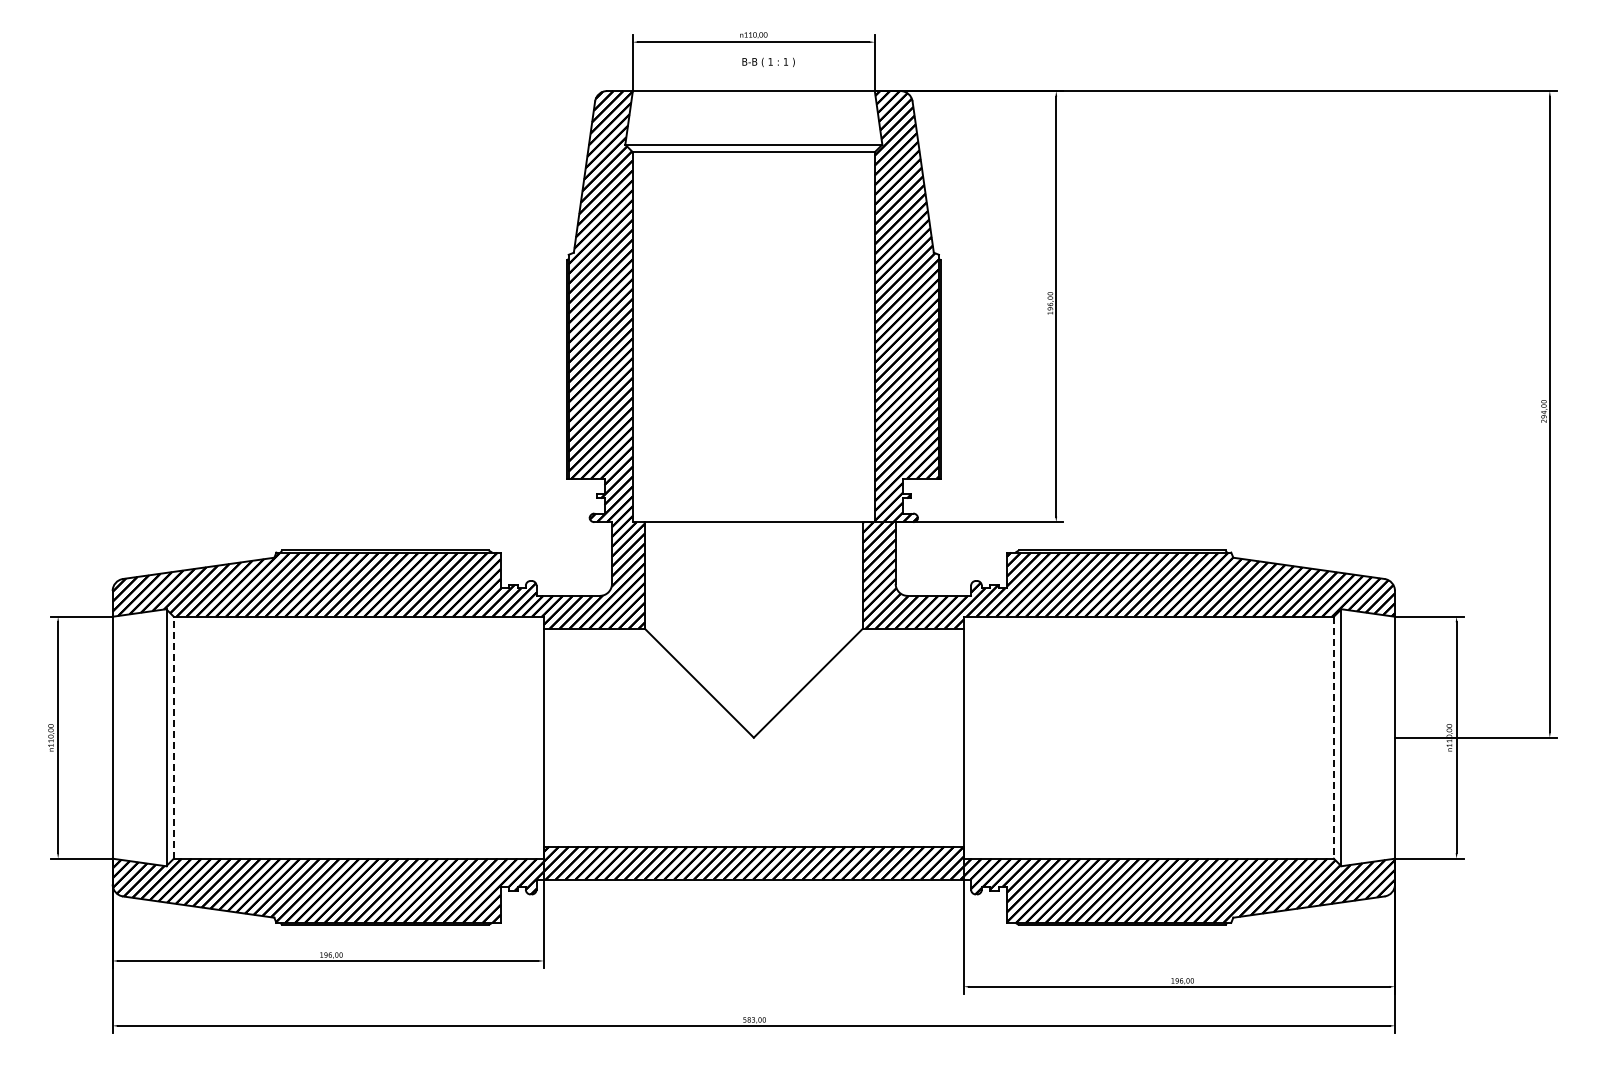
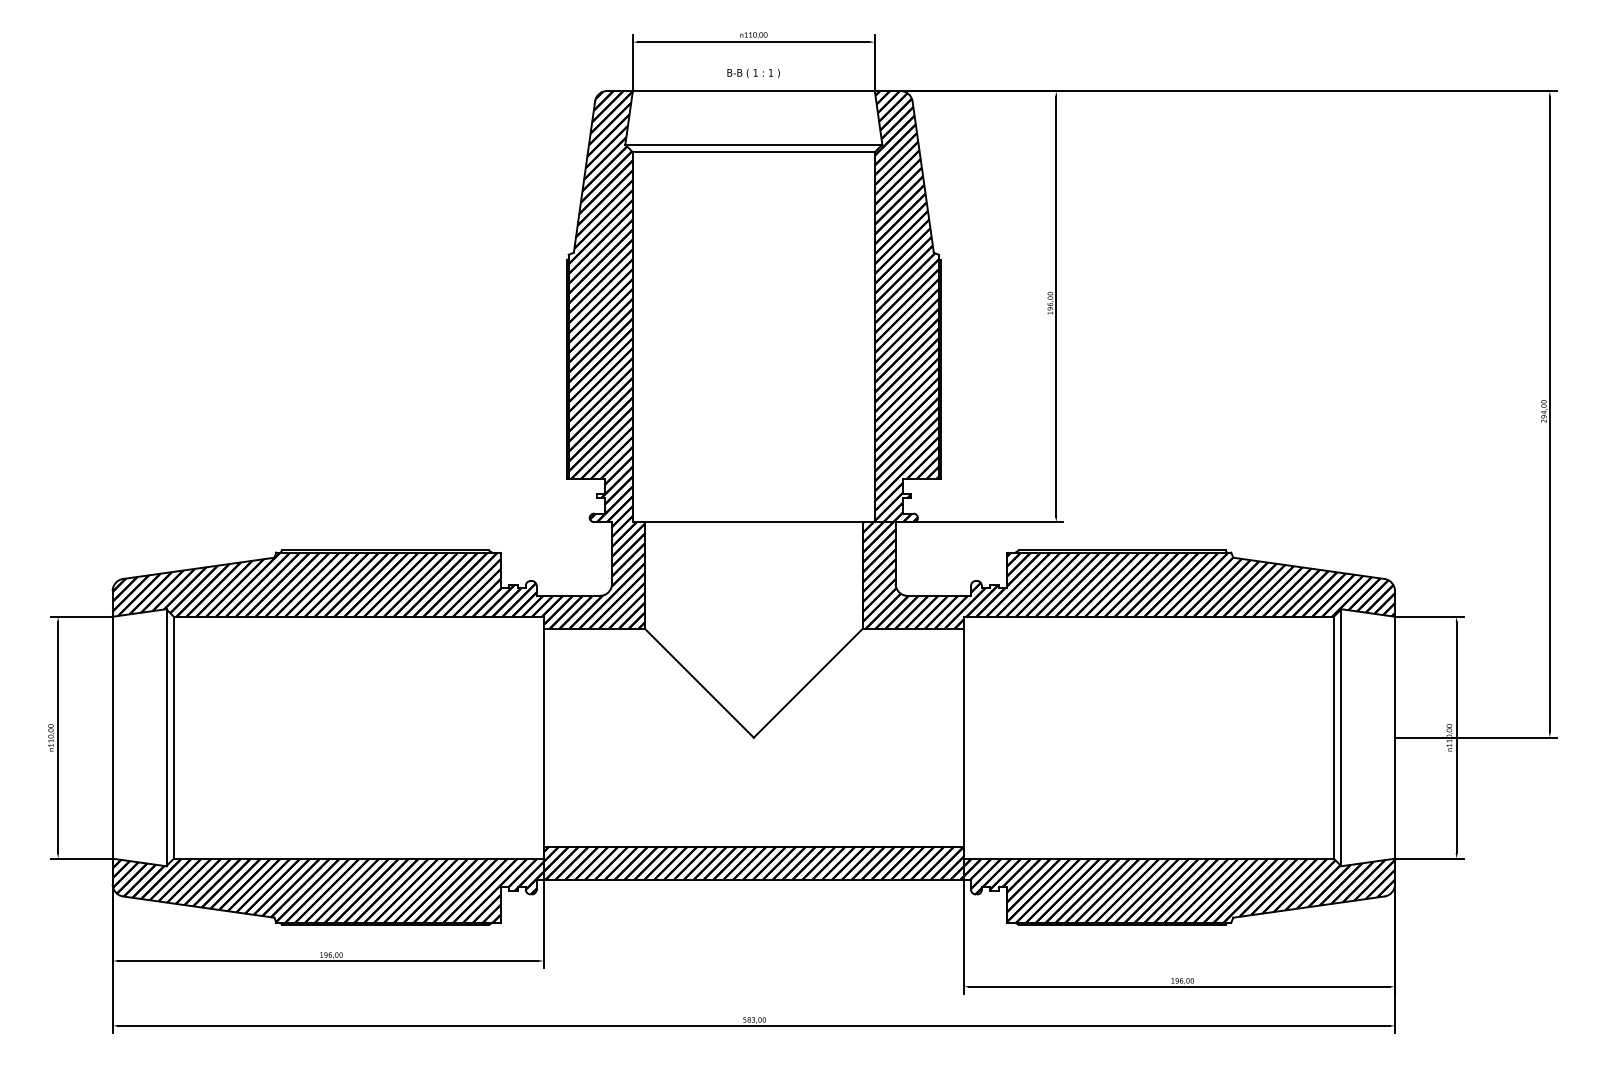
text at (768, 61) position: (768, 61) -> (753, 72)
line at (173, 737): dashed -> solid
line at (1333, 737): dashed -> solid
